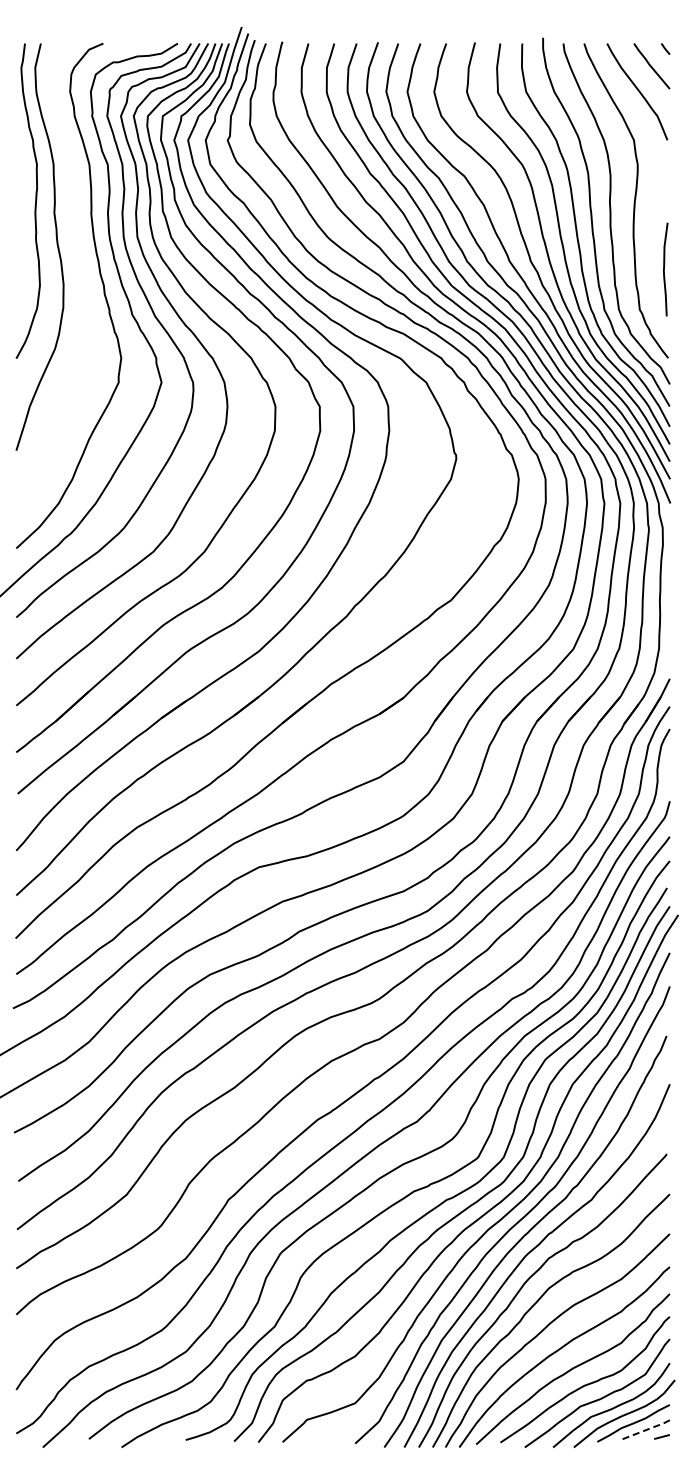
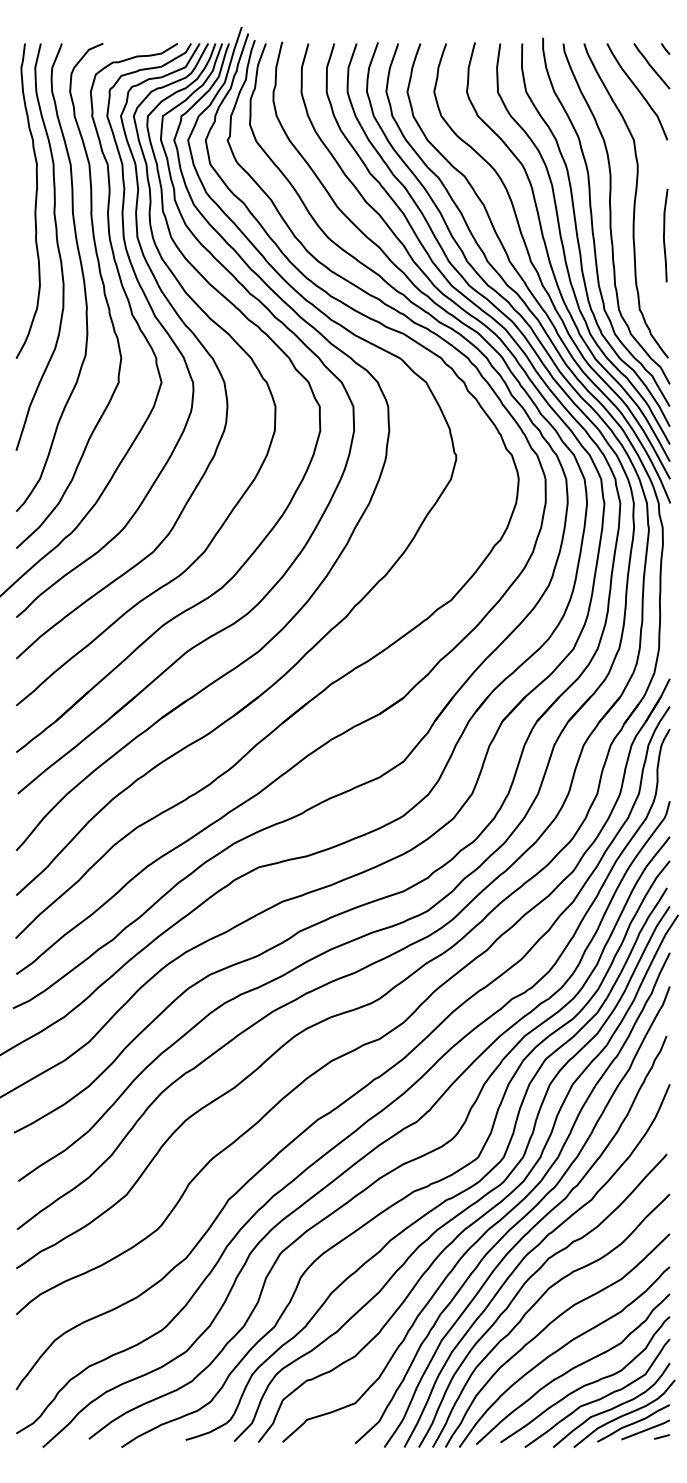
curve at (664, 269) position: (664, 269) -> (664, 235)
curve at (81, 272): none -> present
line at (646, 1430): dashed -> solid
